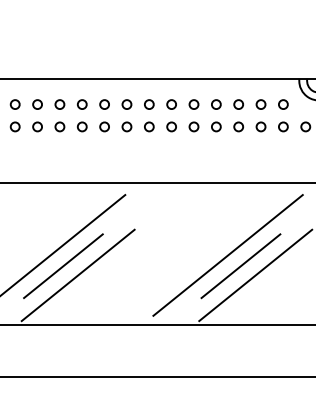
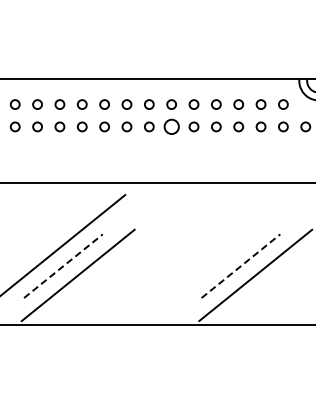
circle at (171, 126) size: 11x12 px -> 17x17 px
line at (227, 255): present -> none
line at (63, 266): solid -> dashed
line at (240, 266): solid -> dashed
line at (157, 376): present -> none
